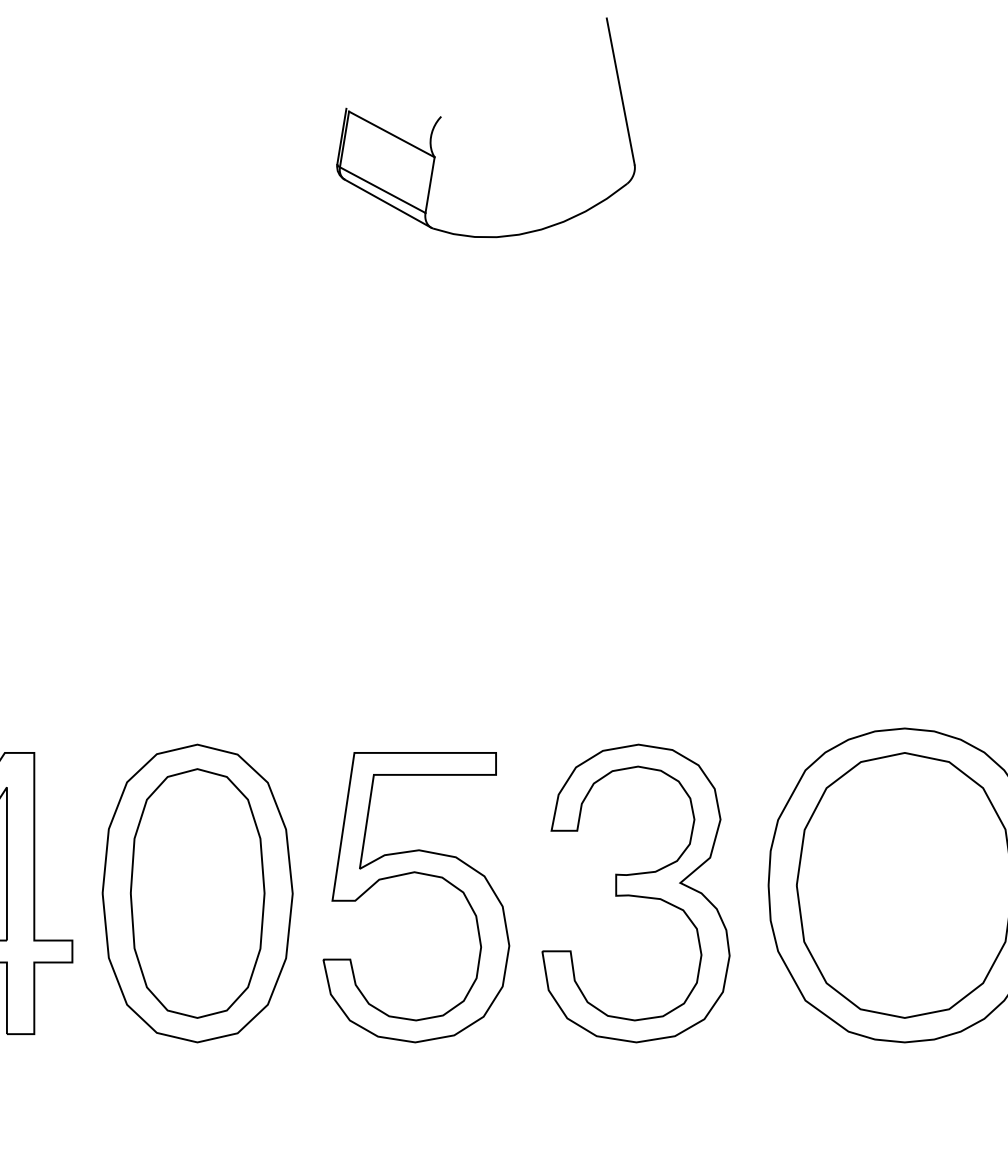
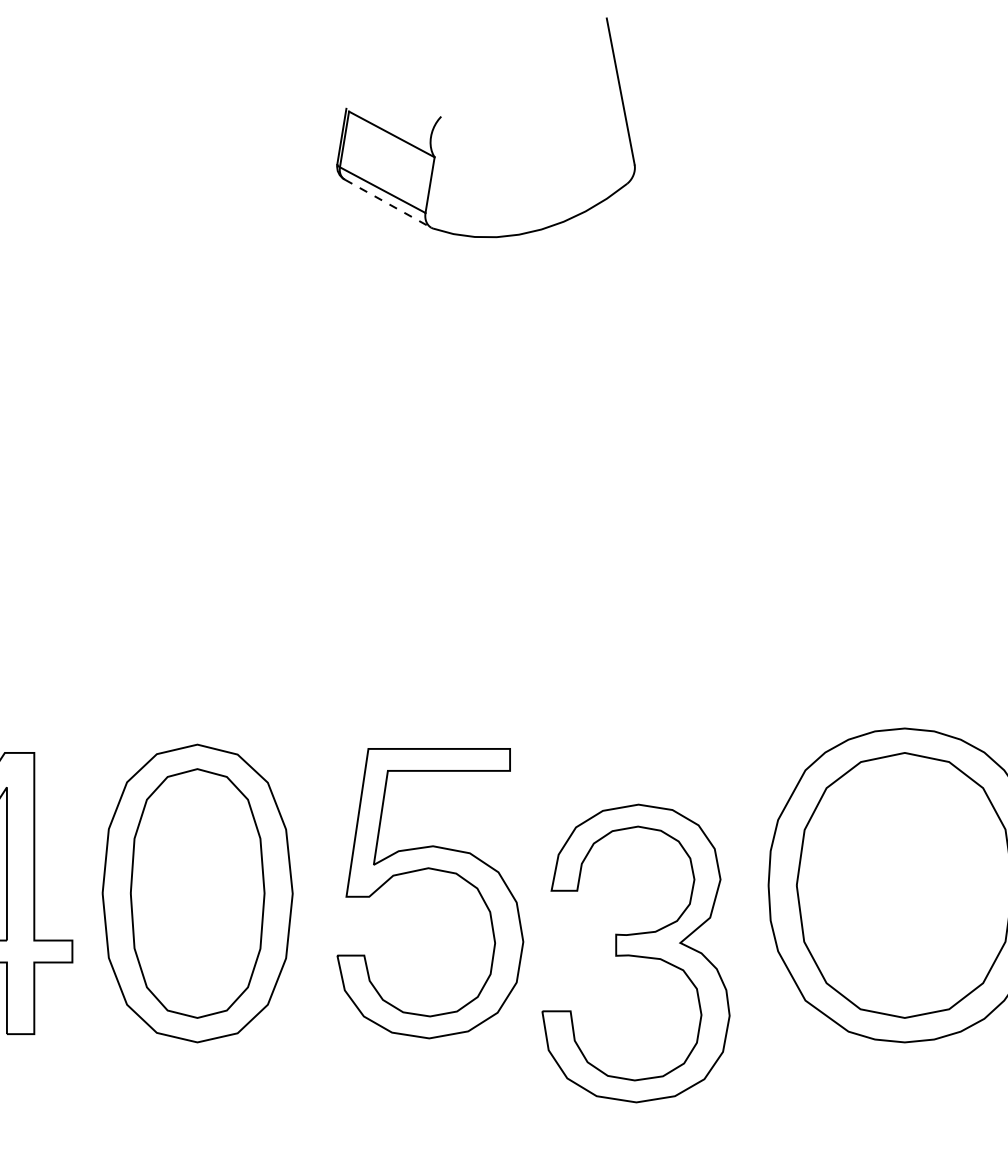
line at (388, 203): solid -> dashed
part at (419, 874) position: (419, 874) -> (433, 870)
part at (635, 893) position: (635, 893) -> (635, 953)
